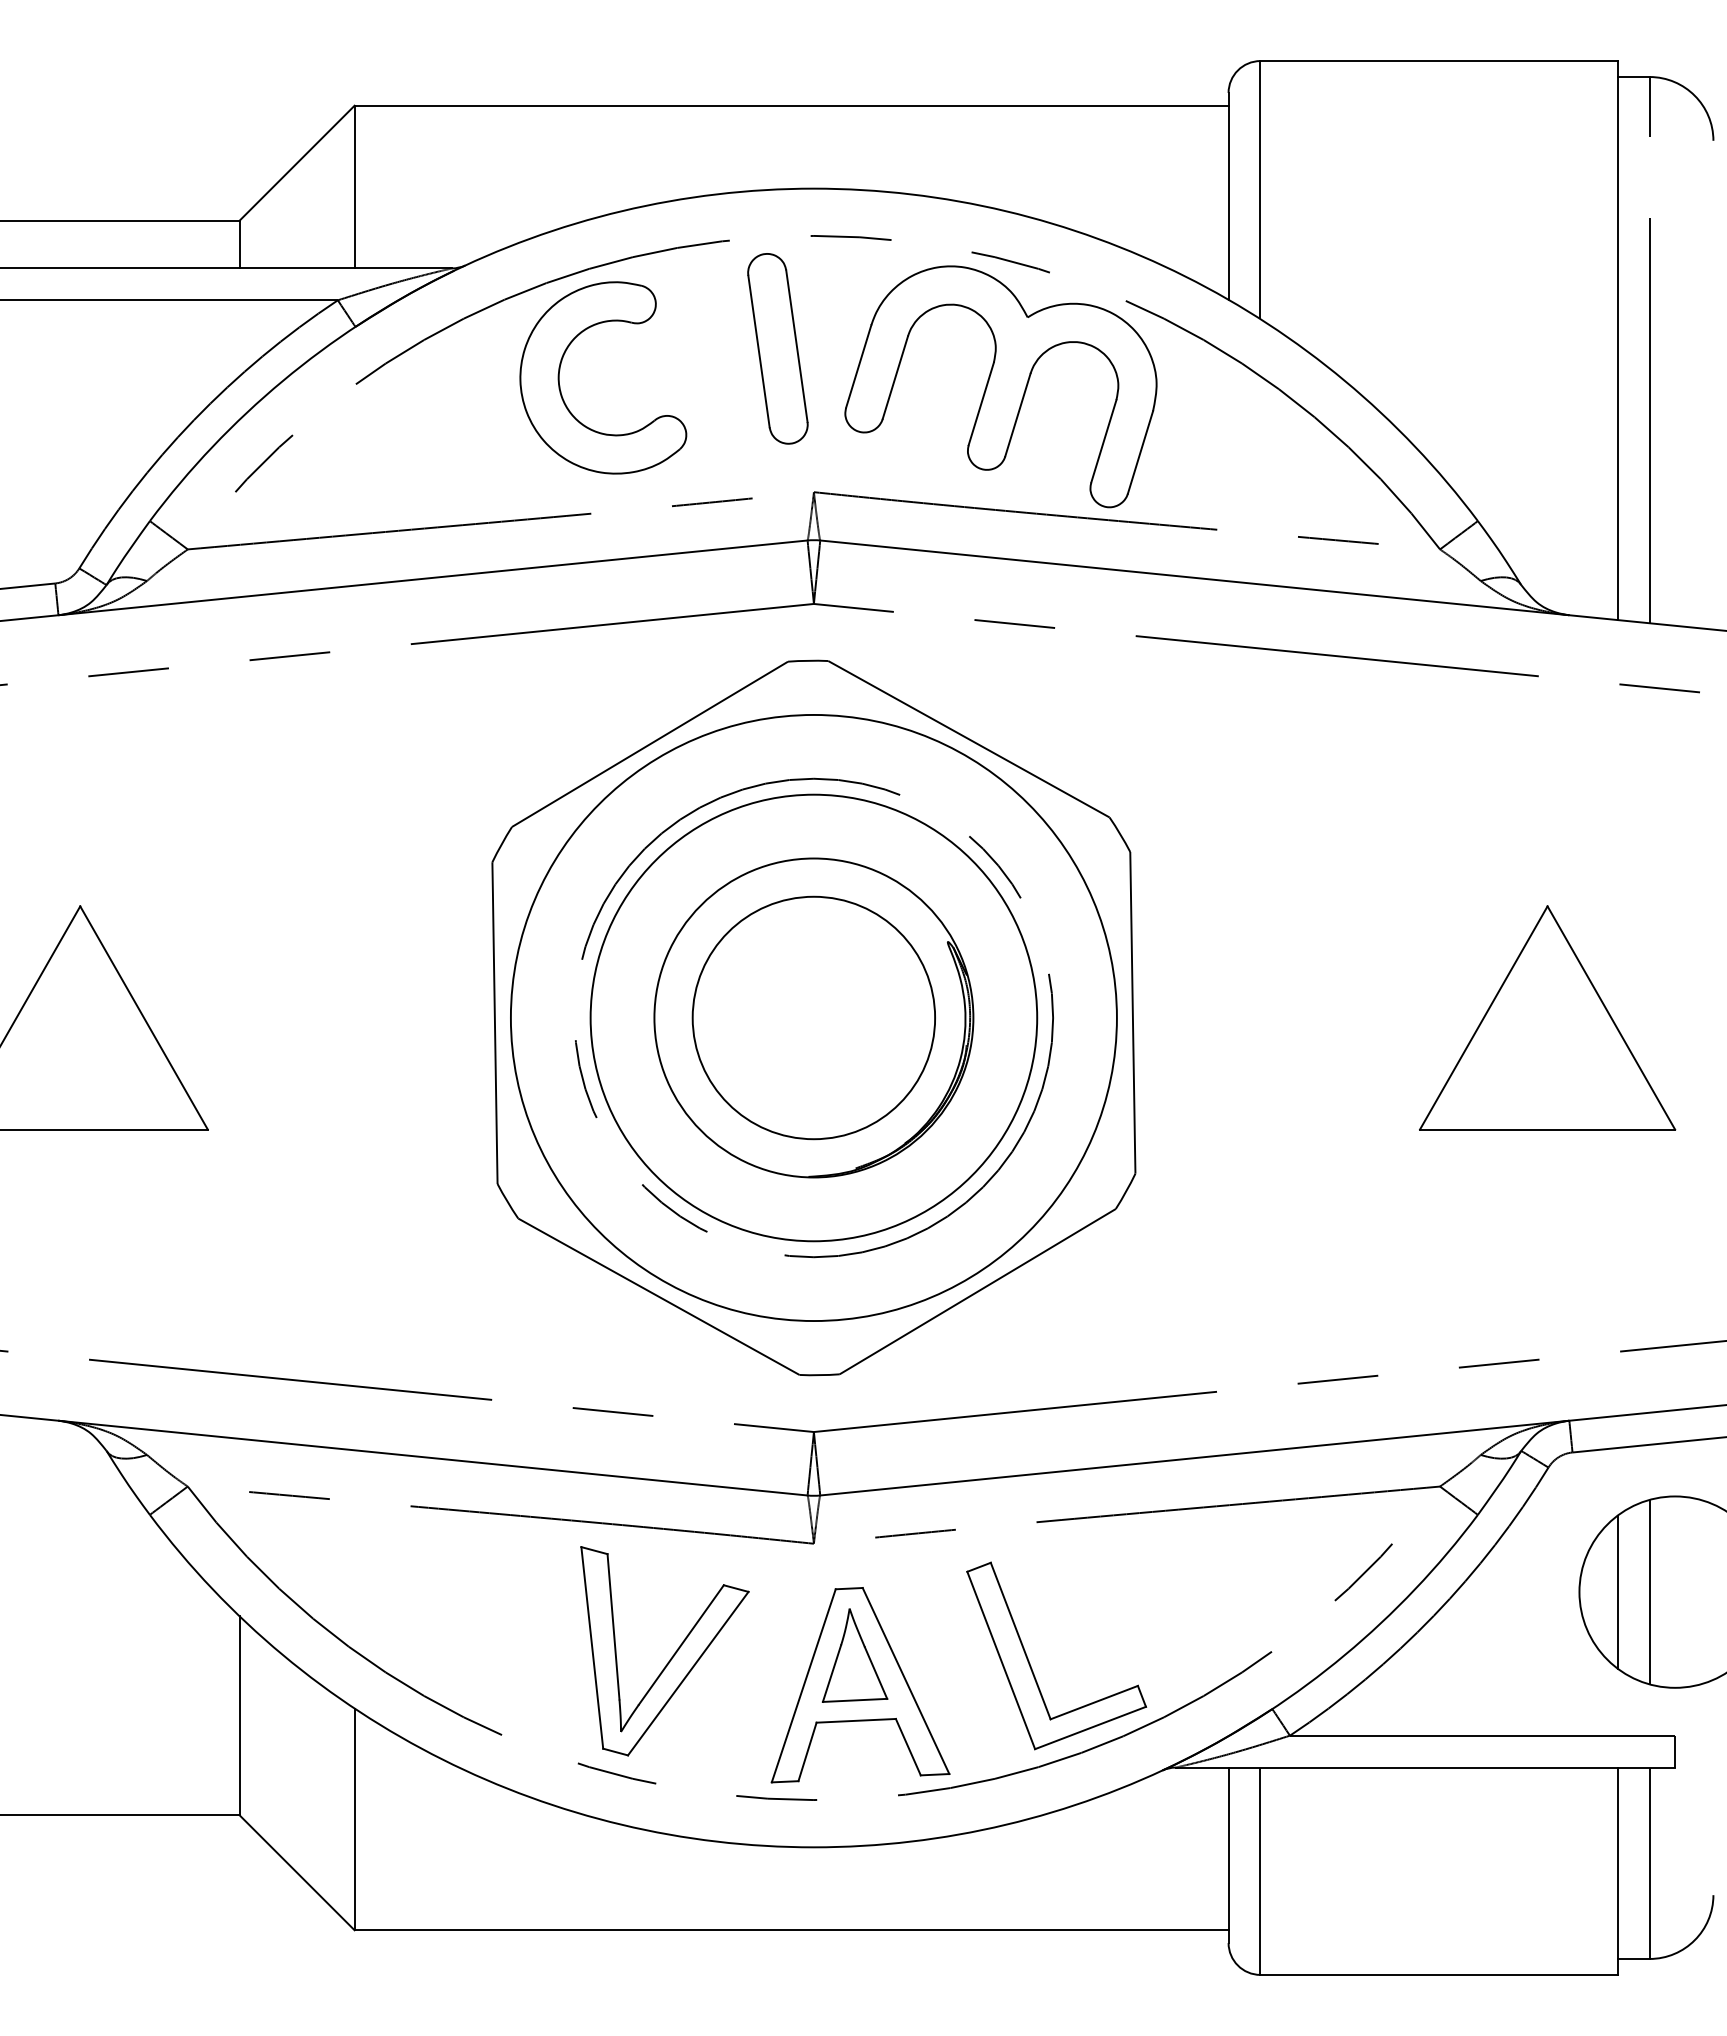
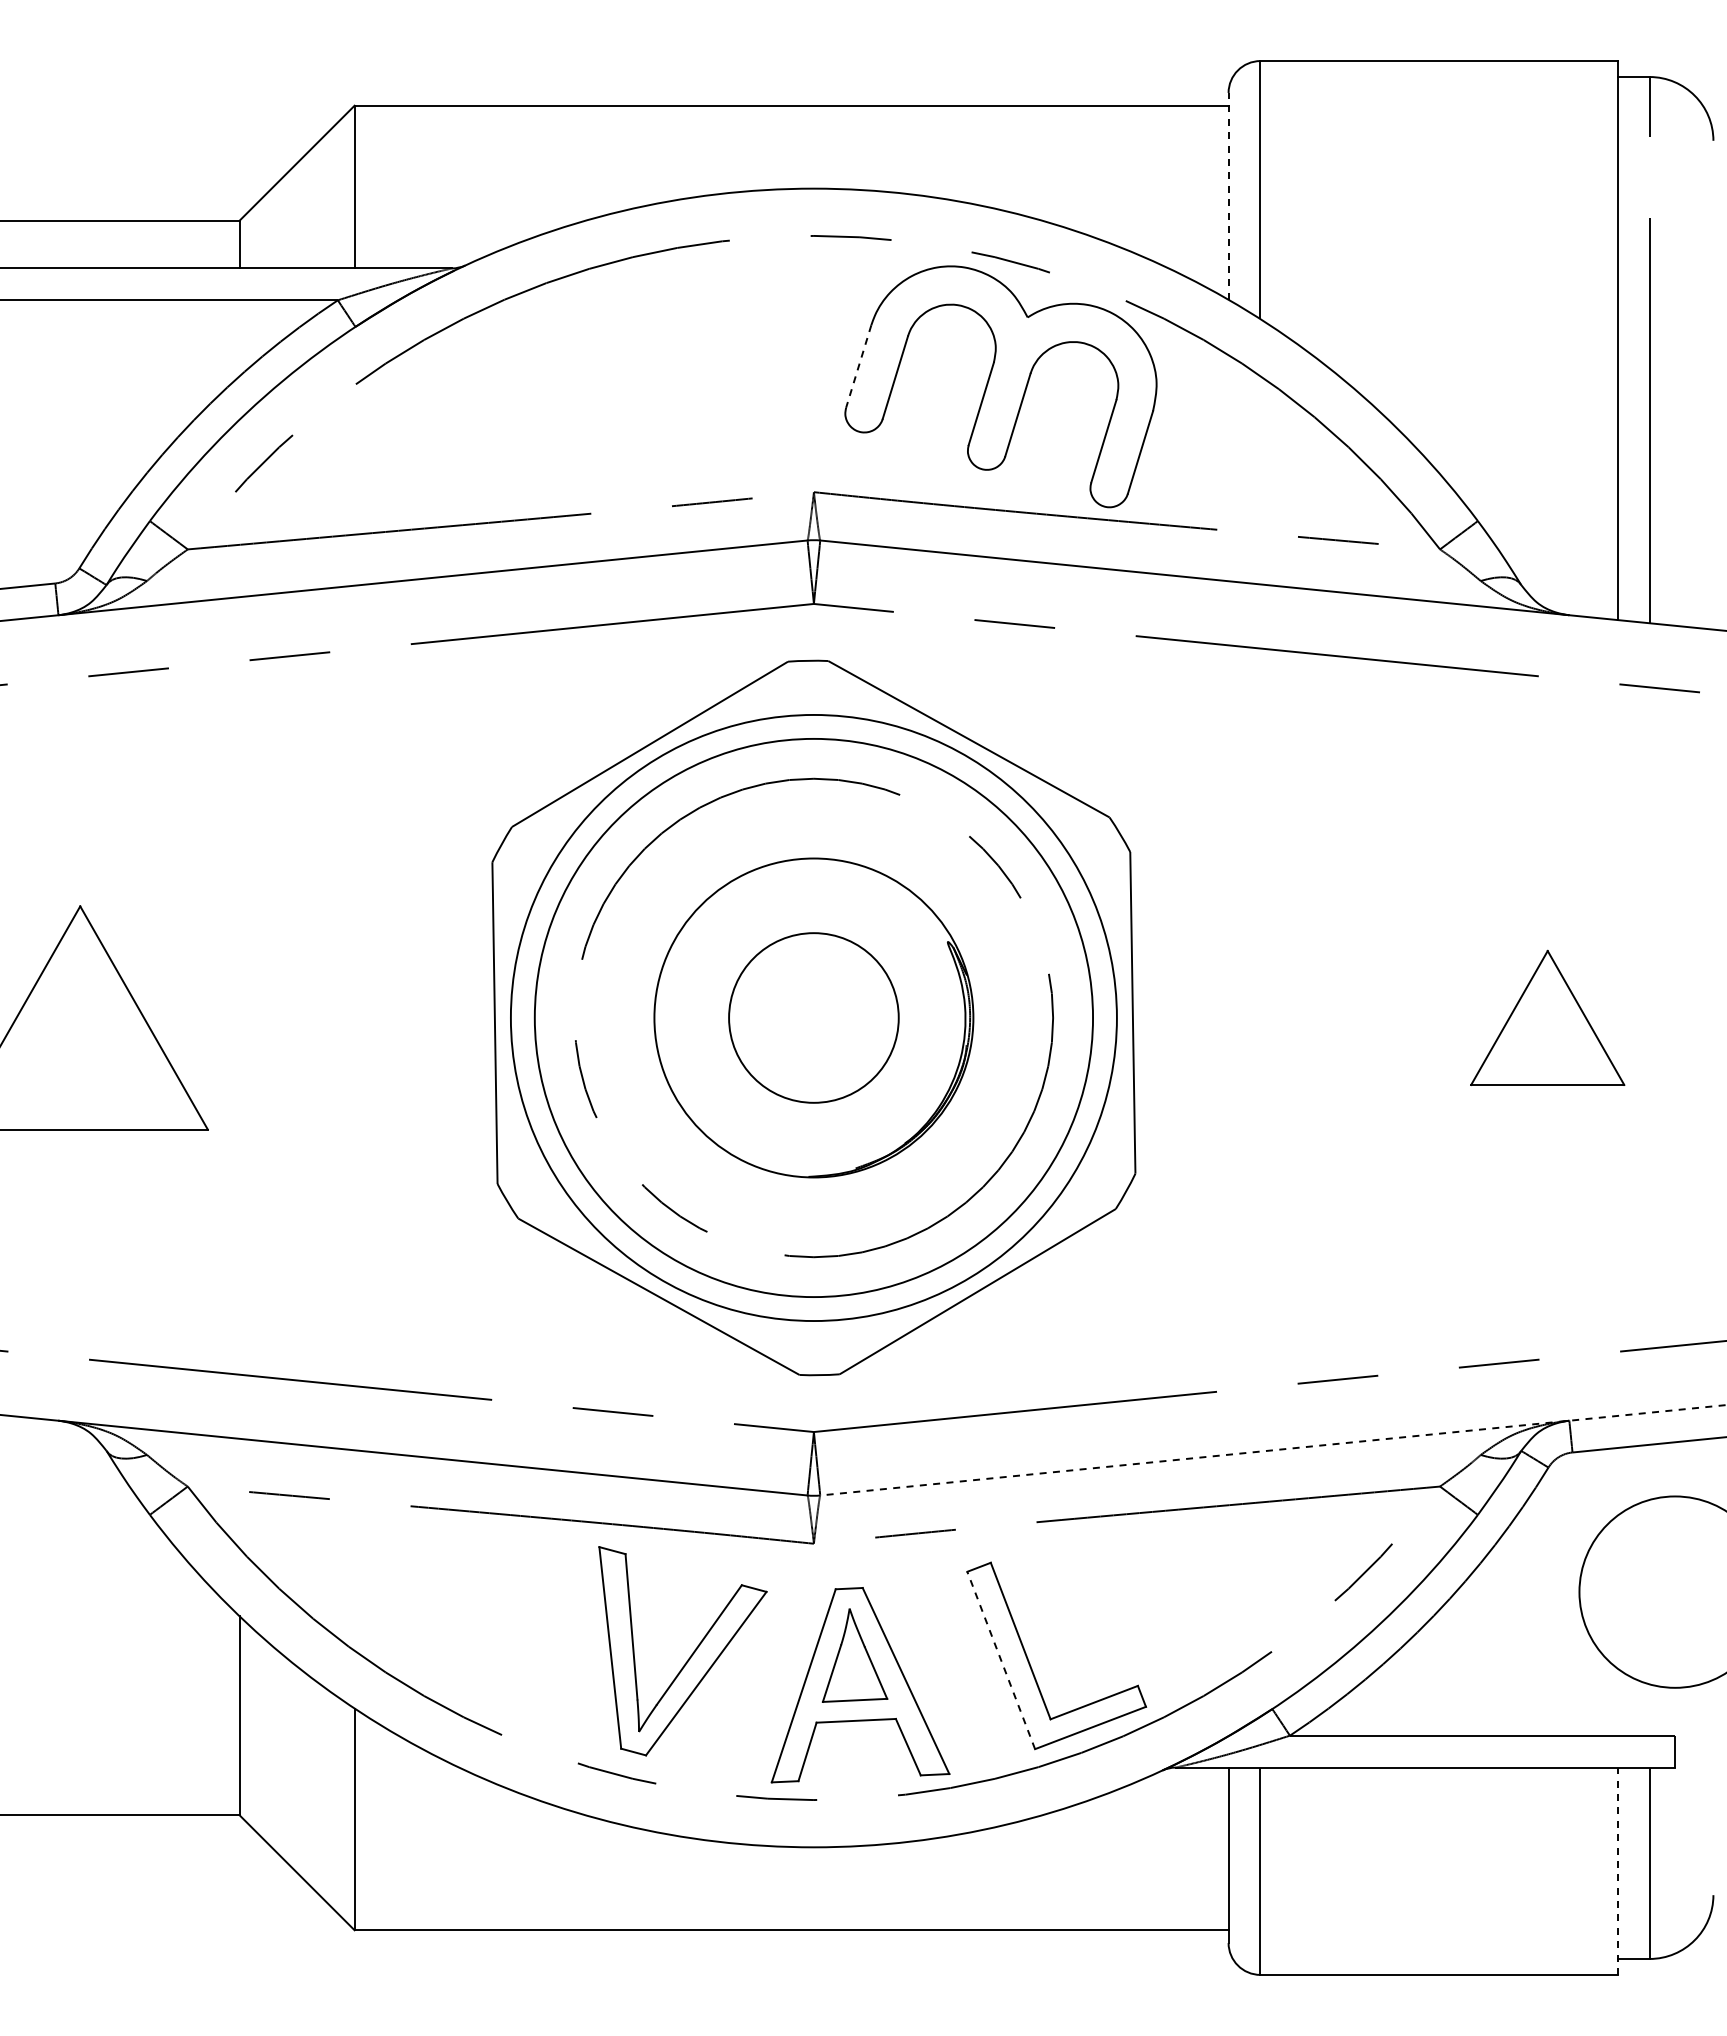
line at (1228, 195): solid -> dashed
part at (777, 348): present -> none
line at (858, 367): solid -> dashed
part at (560, 370): present -> none
circle at (813, 1017) diameter: 242 px -> 170 px
circle at (813, 1017) diameter: 447 px -> 558 px
part at (1547, 1017) size: 258x226 px -> 156x137 px
line at (1272, 1450): solid -> dashed
line at (1617, 1591): present -> none
line at (1649, 1591): present -> none
part at (672, 1655) position: (672, 1655) -> (690, 1655)
line at (1001, 1660): solid -> dashed
line at (1617, 1871): solid -> dashed
